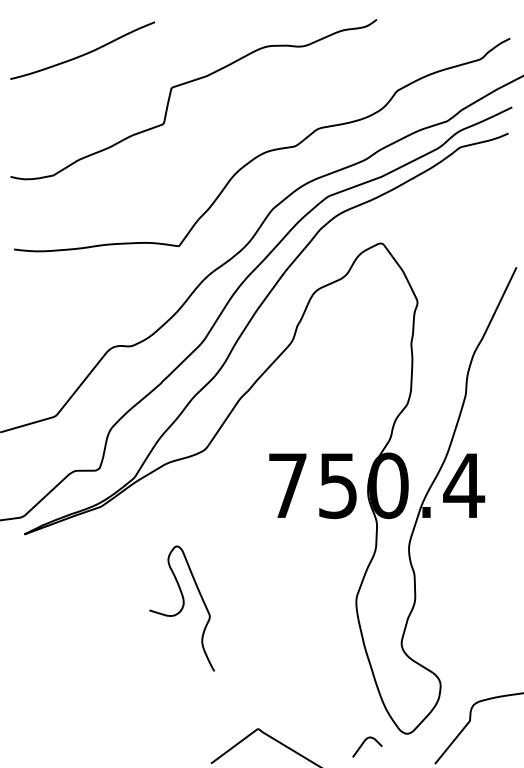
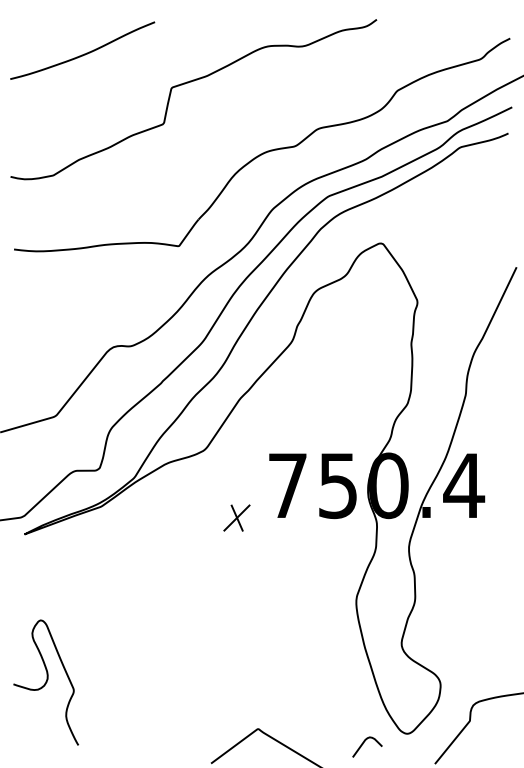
part at (236, 517): none -> present
curve at (182, 608) position: (182, 608) -> (46, 682)
